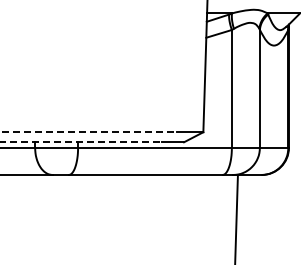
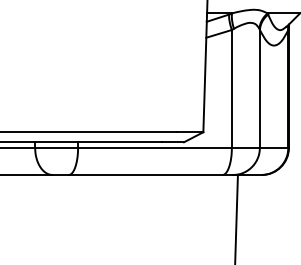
line at (89, 132): dashed -> solid
line at (81, 142): dashed -> solid
